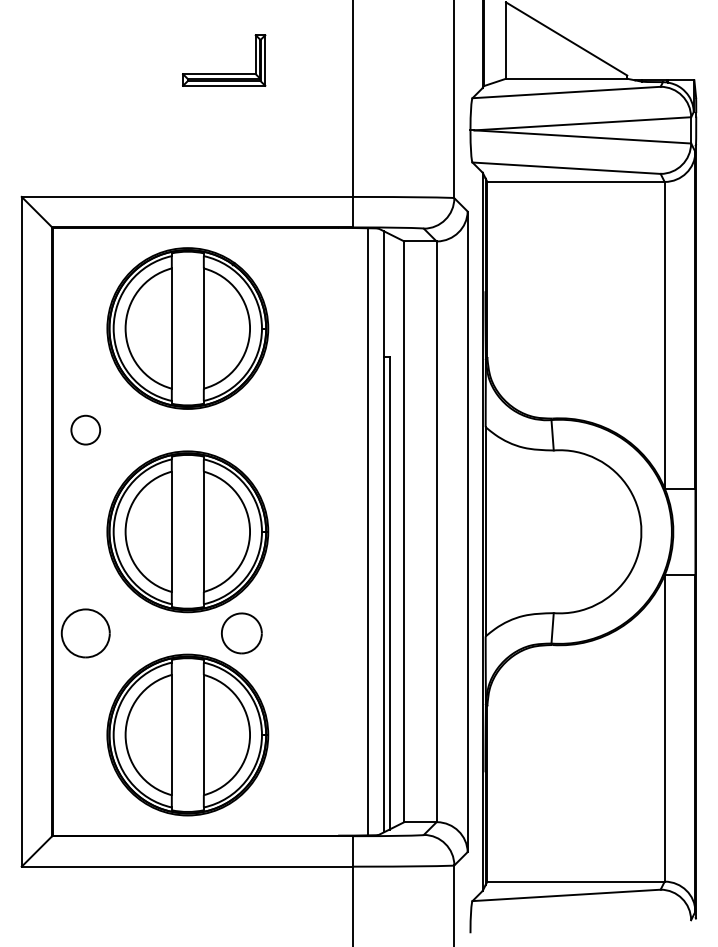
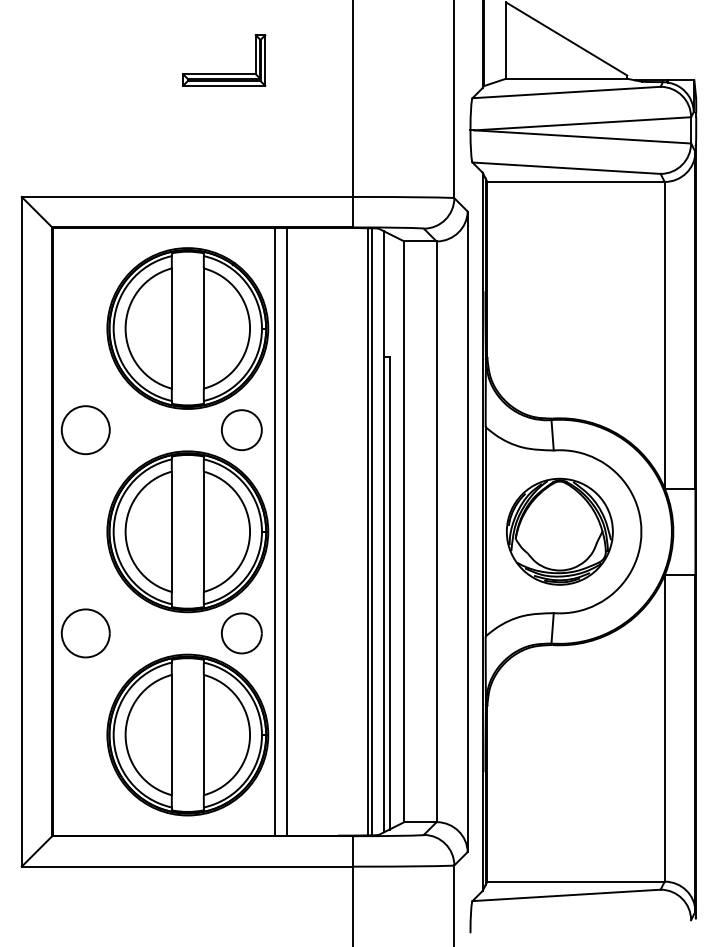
circle at (85, 429) diameter: 29 px -> 48 px
circle at (241, 430): none -> present
line at (275, 531): none -> present
line at (286, 531): none -> present
line at (371, 531): none -> present
part at (559, 531): none -> present
